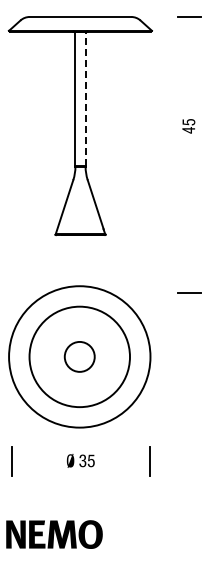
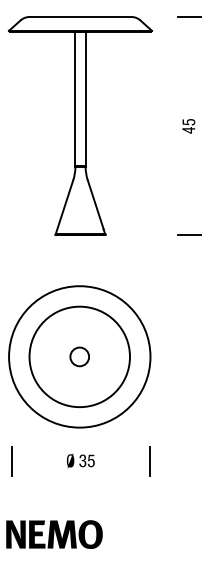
line at (85, 98): dashed -> solid
line at (189, 292) position: (189, 292) -> (189, 234)
circle at (79, 356) diameter: 30 px -> 19 px
